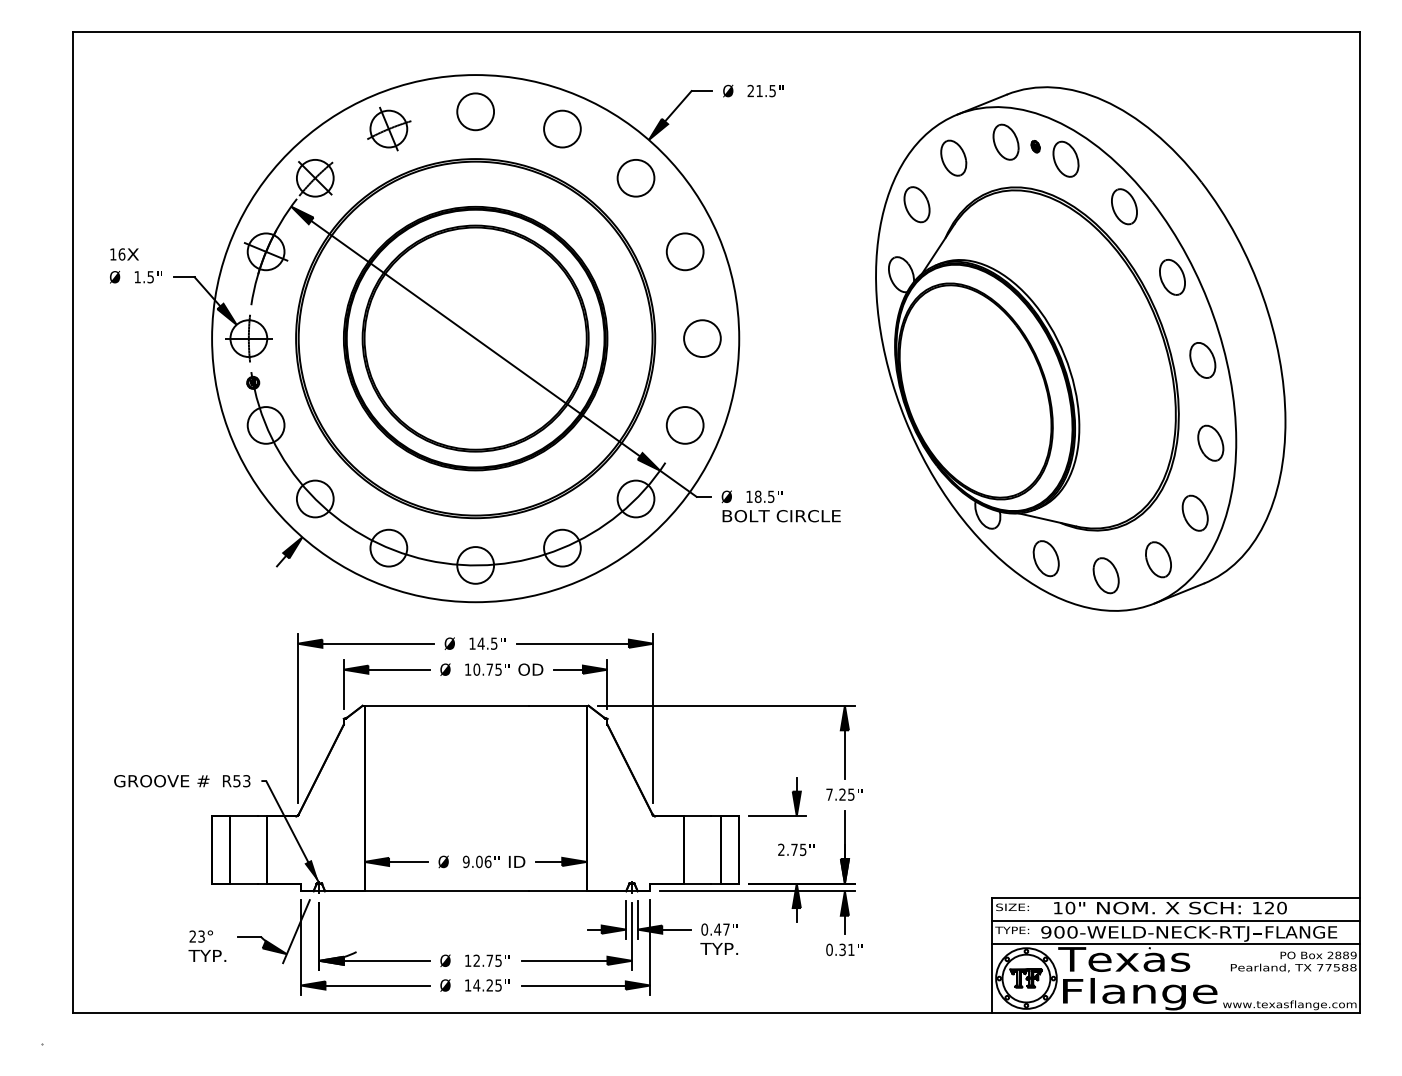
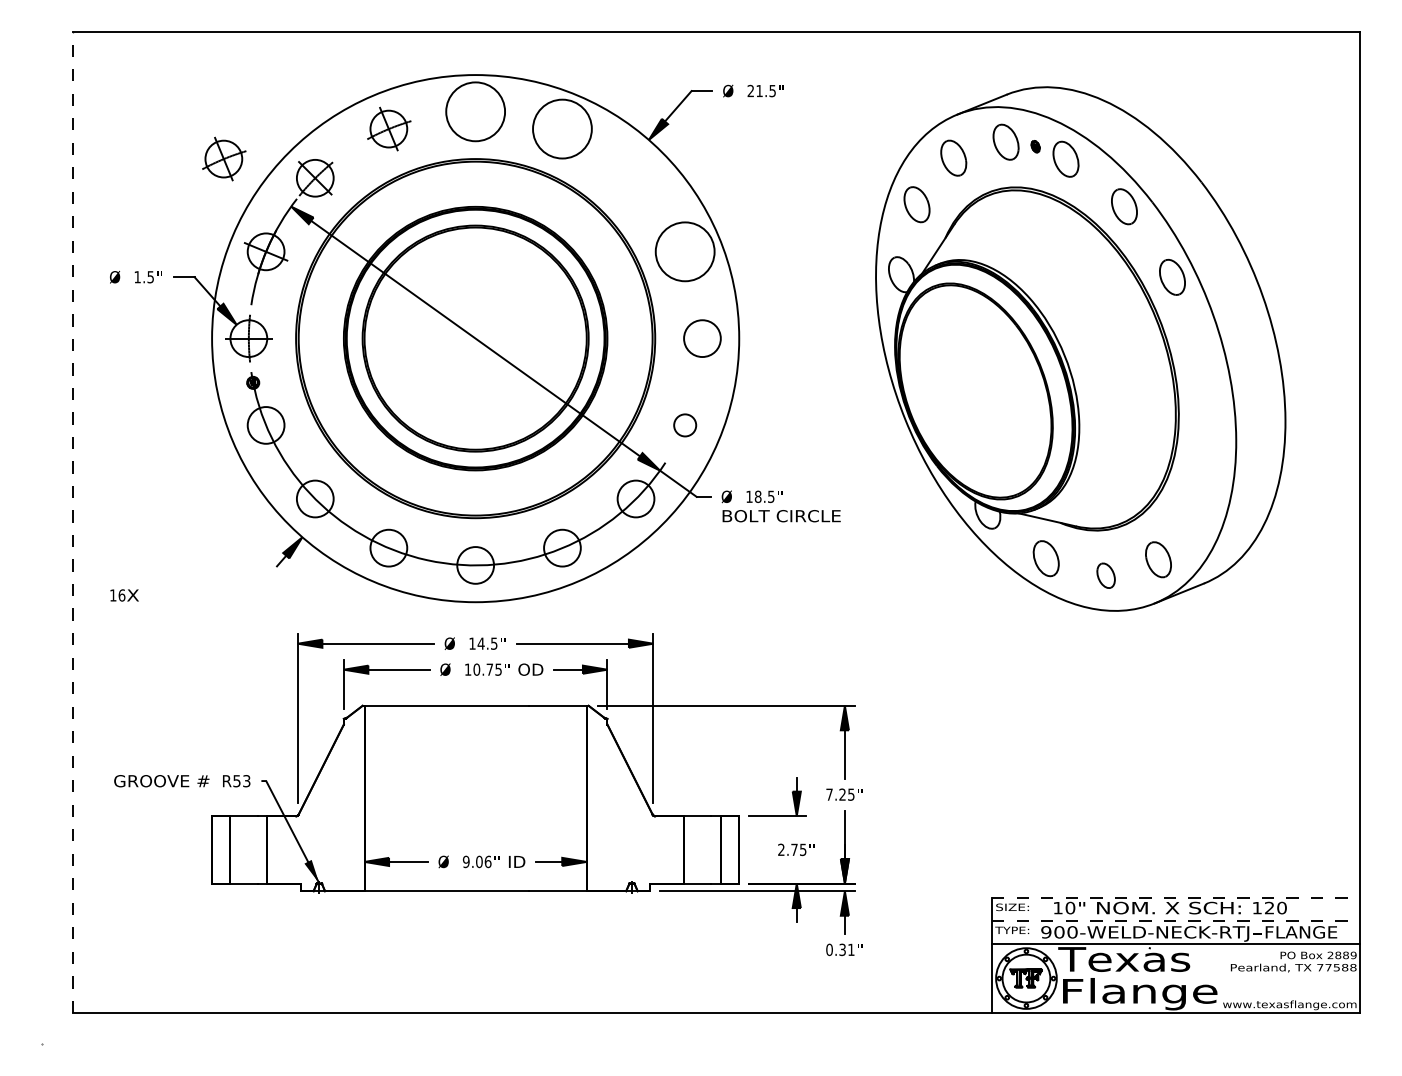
circle at (475, 111) diameter: 37 px -> 59 px
circle at (562, 128) diameter: 37 px -> 59 px
part at (224, 158): none -> present
circle at (635, 178): present -> none
circle at (684, 251) diameter: 37 px -> 59 px
text at (124, 254) position: (124, 254) -> (124, 595)
part at (1202, 360): present -> none
circle at (684, 425) diameter: 37 px -> 22 px
part at (1210, 442): present -> none
part at (1194, 512): present -> none
line at (72, 522): solid -> dashed
part at (1105, 575) size: 28x38 px -> 20x27 px
line at (1176, 898): solid -> dashed
line at (1176, 921): solid -> dashed
part at (465, 955): present -> none
